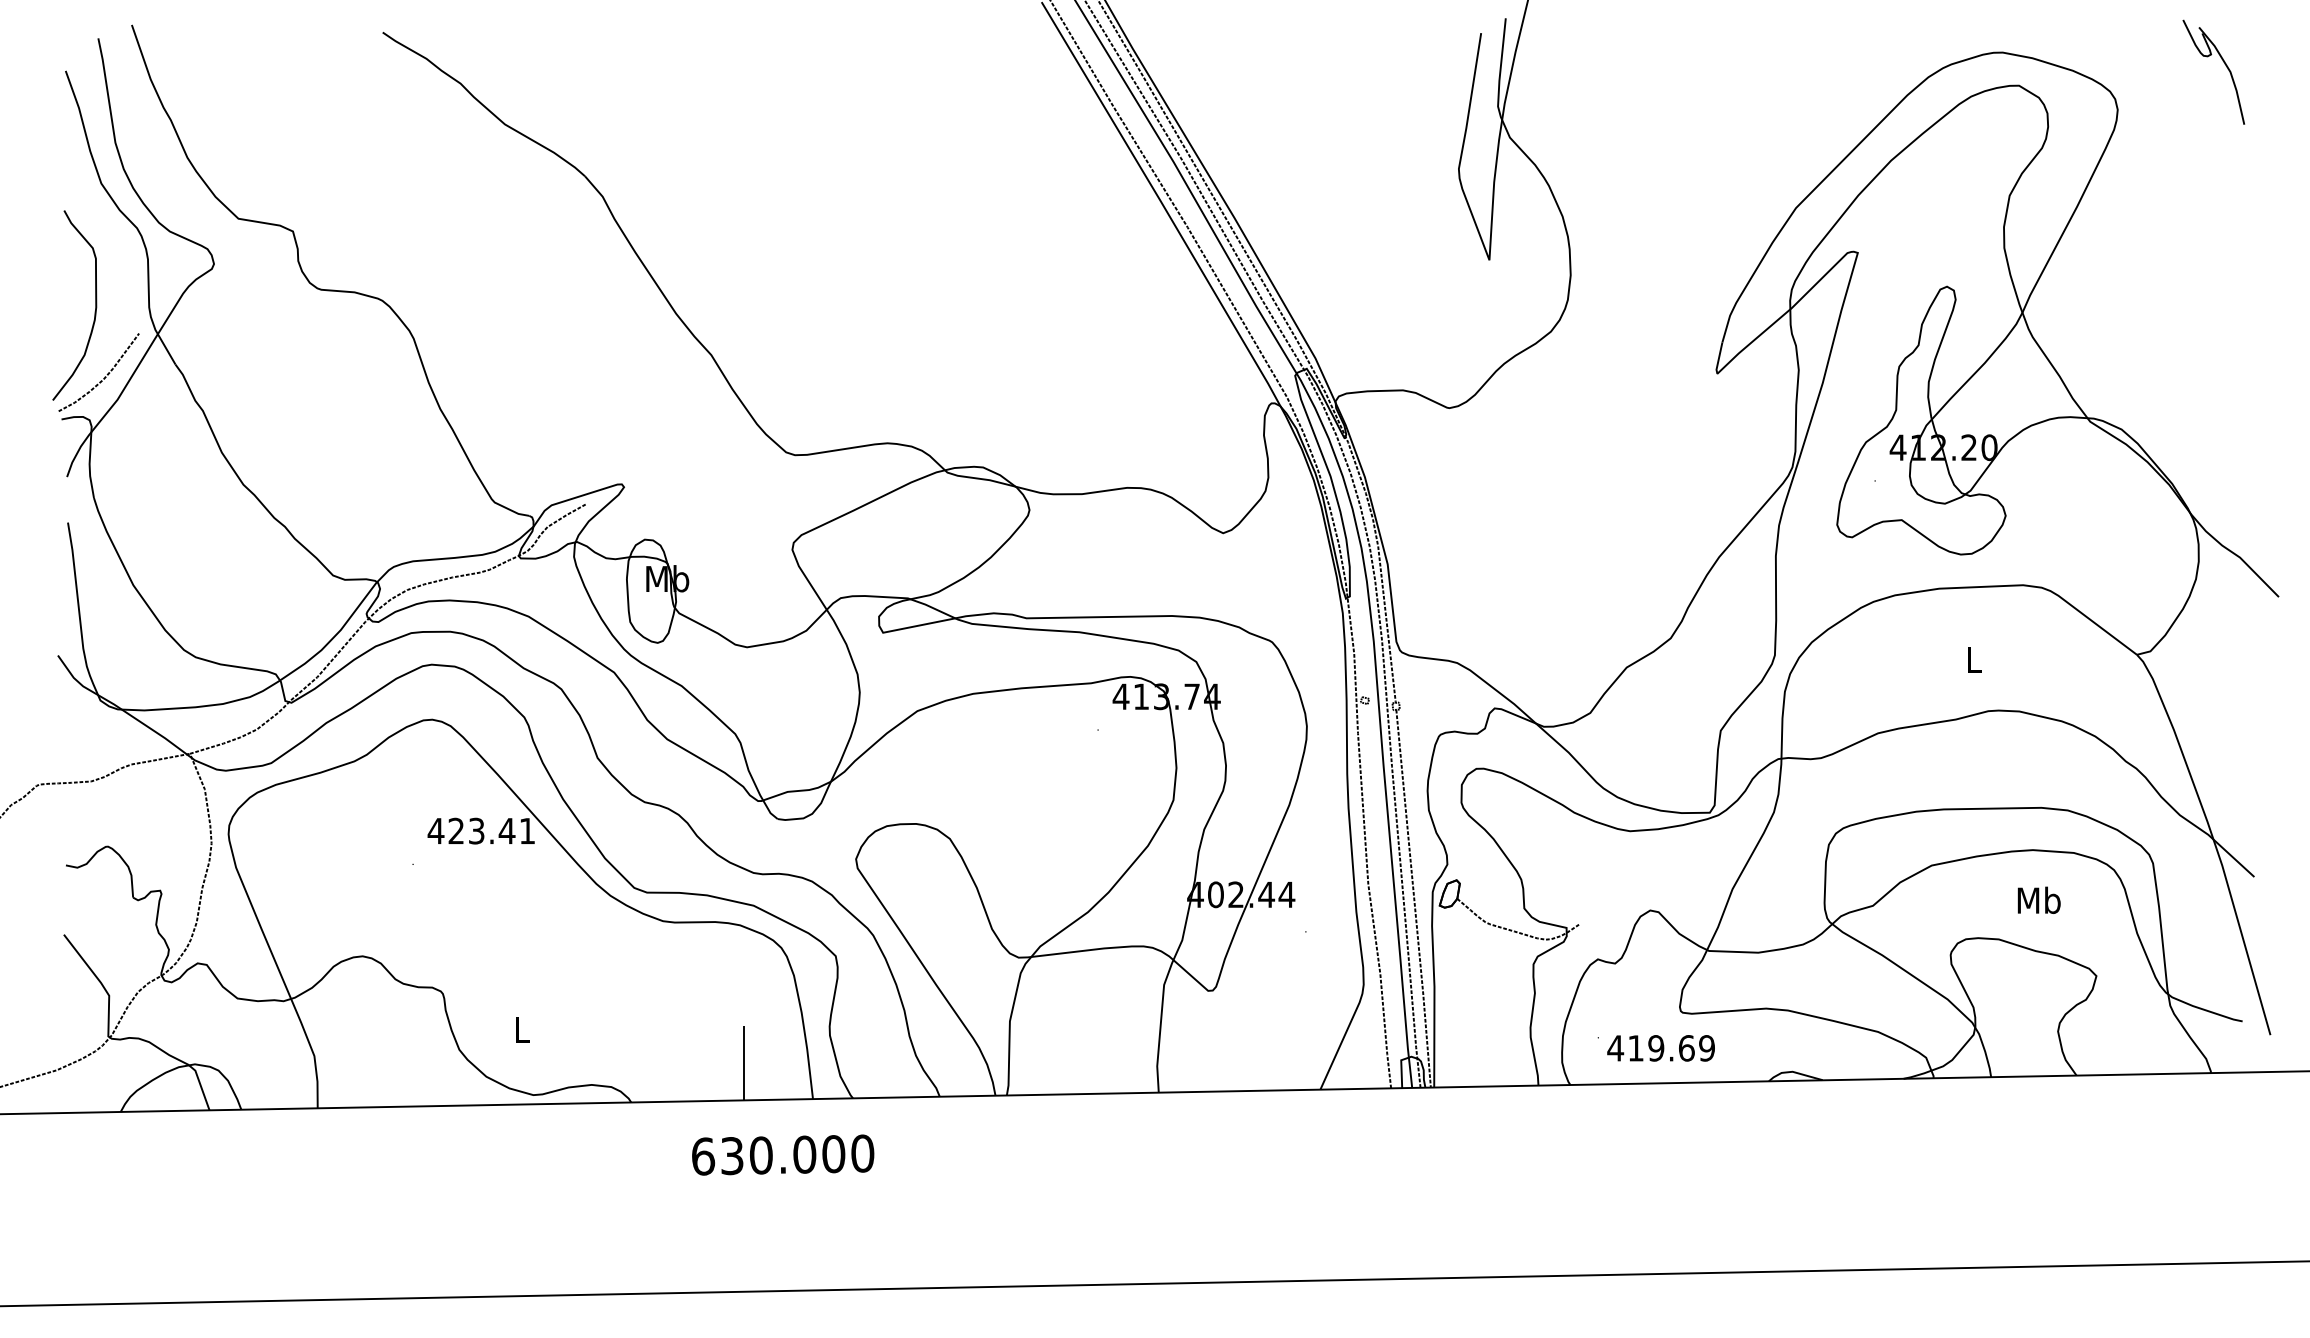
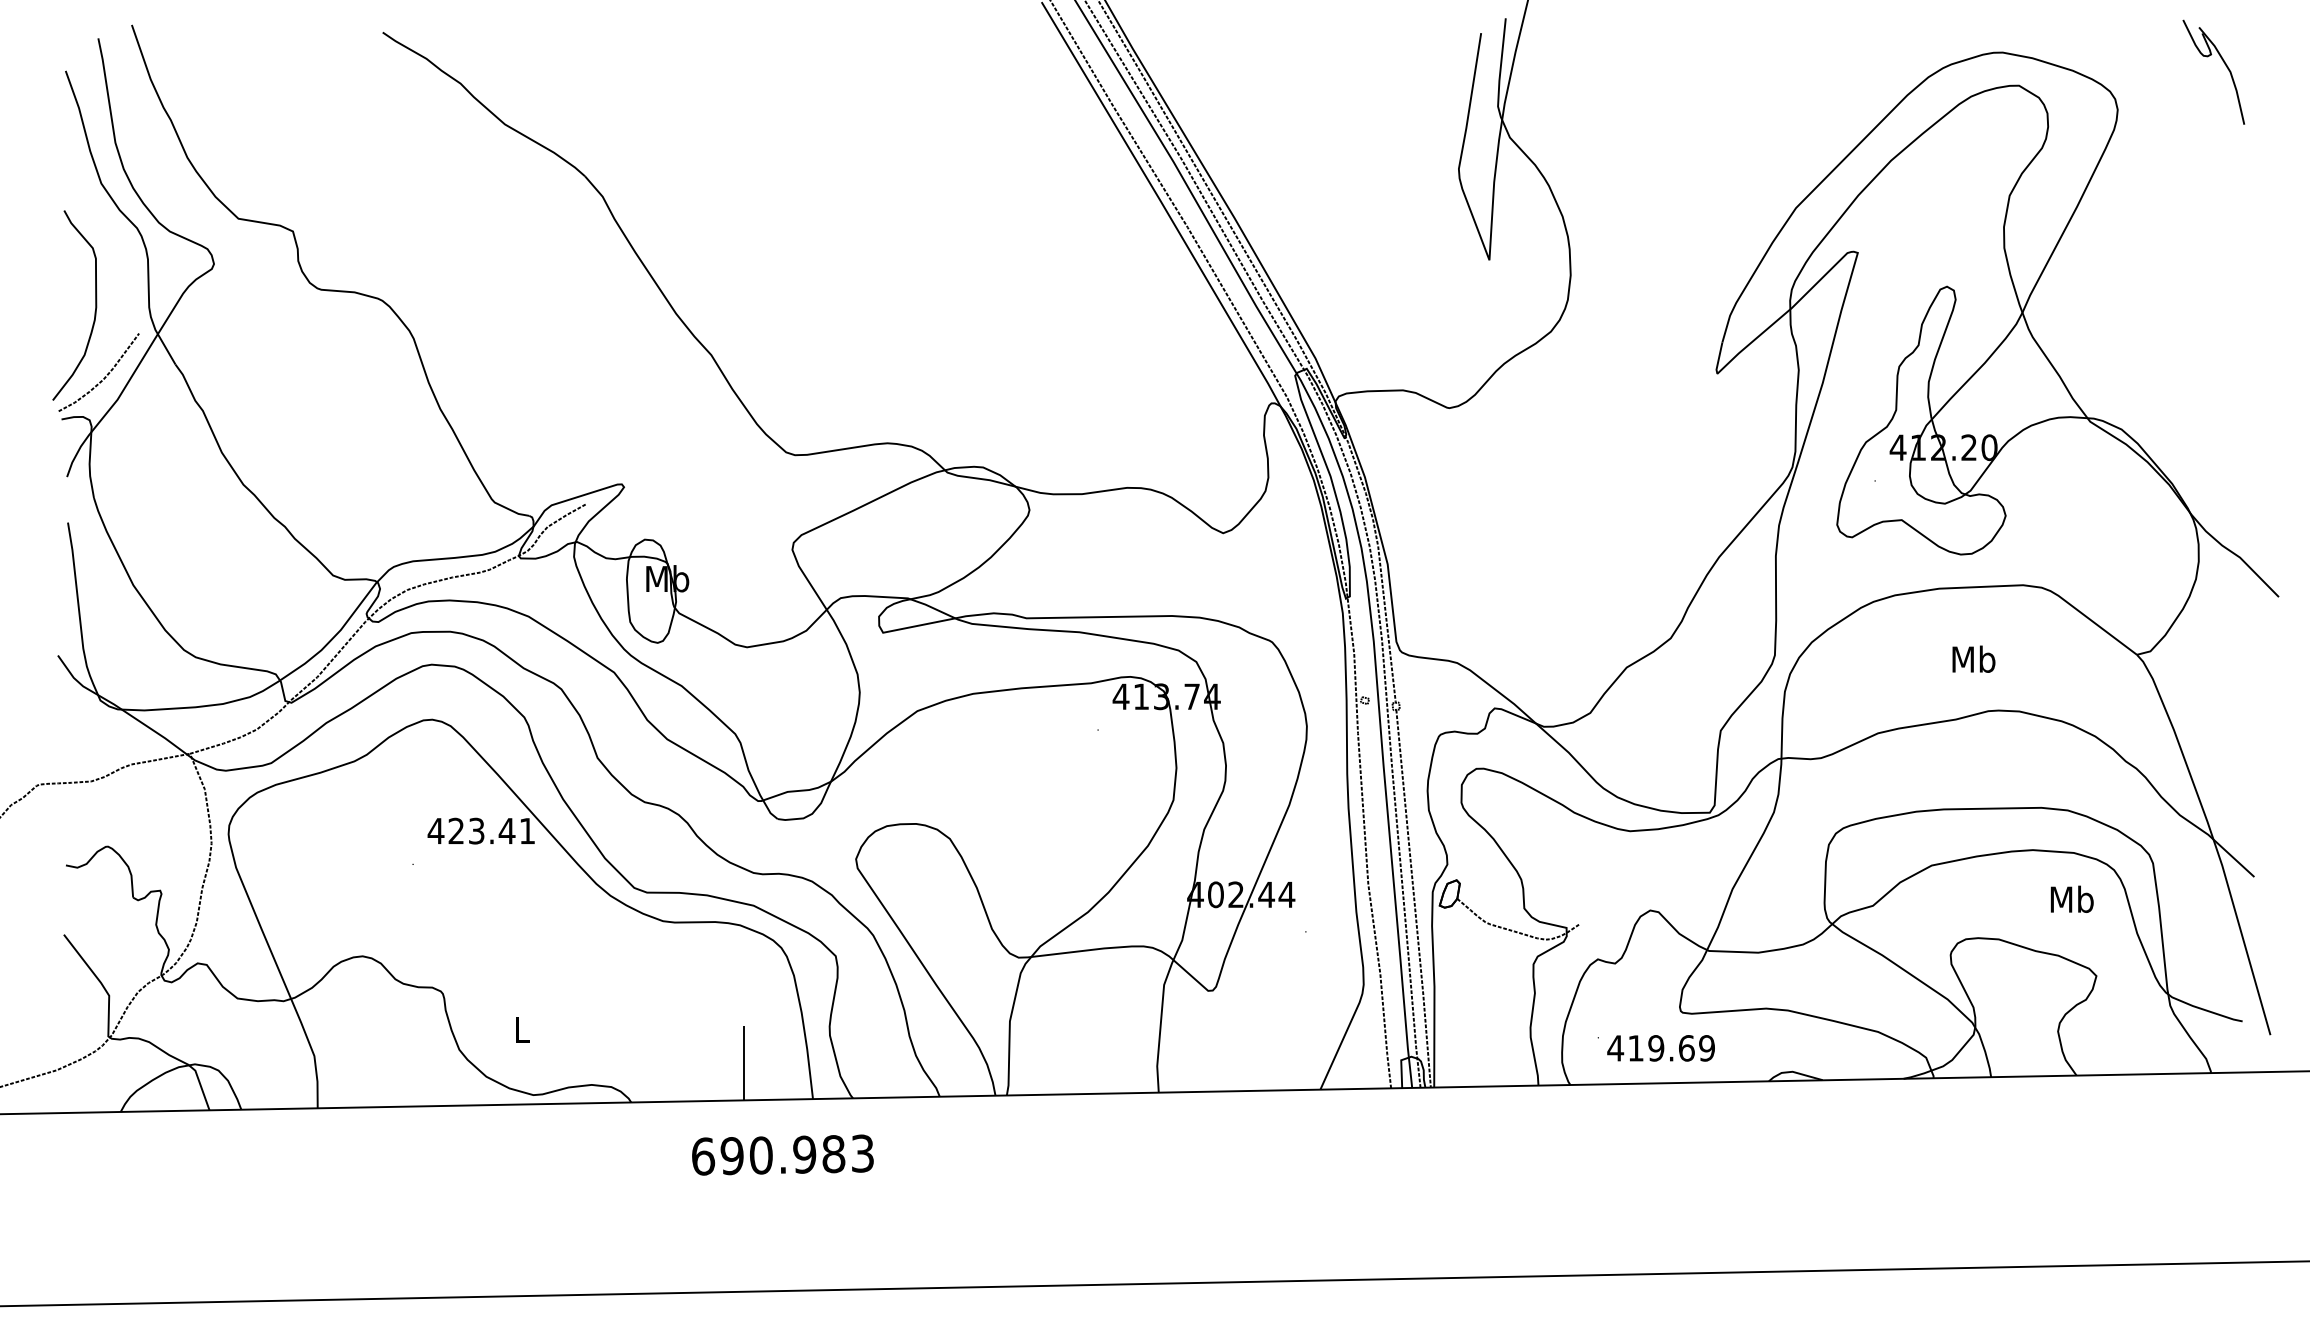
text at (1973, 658): L -> Mb
text at (2038, 899) position: (2038, 899) -> (2071, 898)
text at (797, 1154): 630.000 -> 690.983
